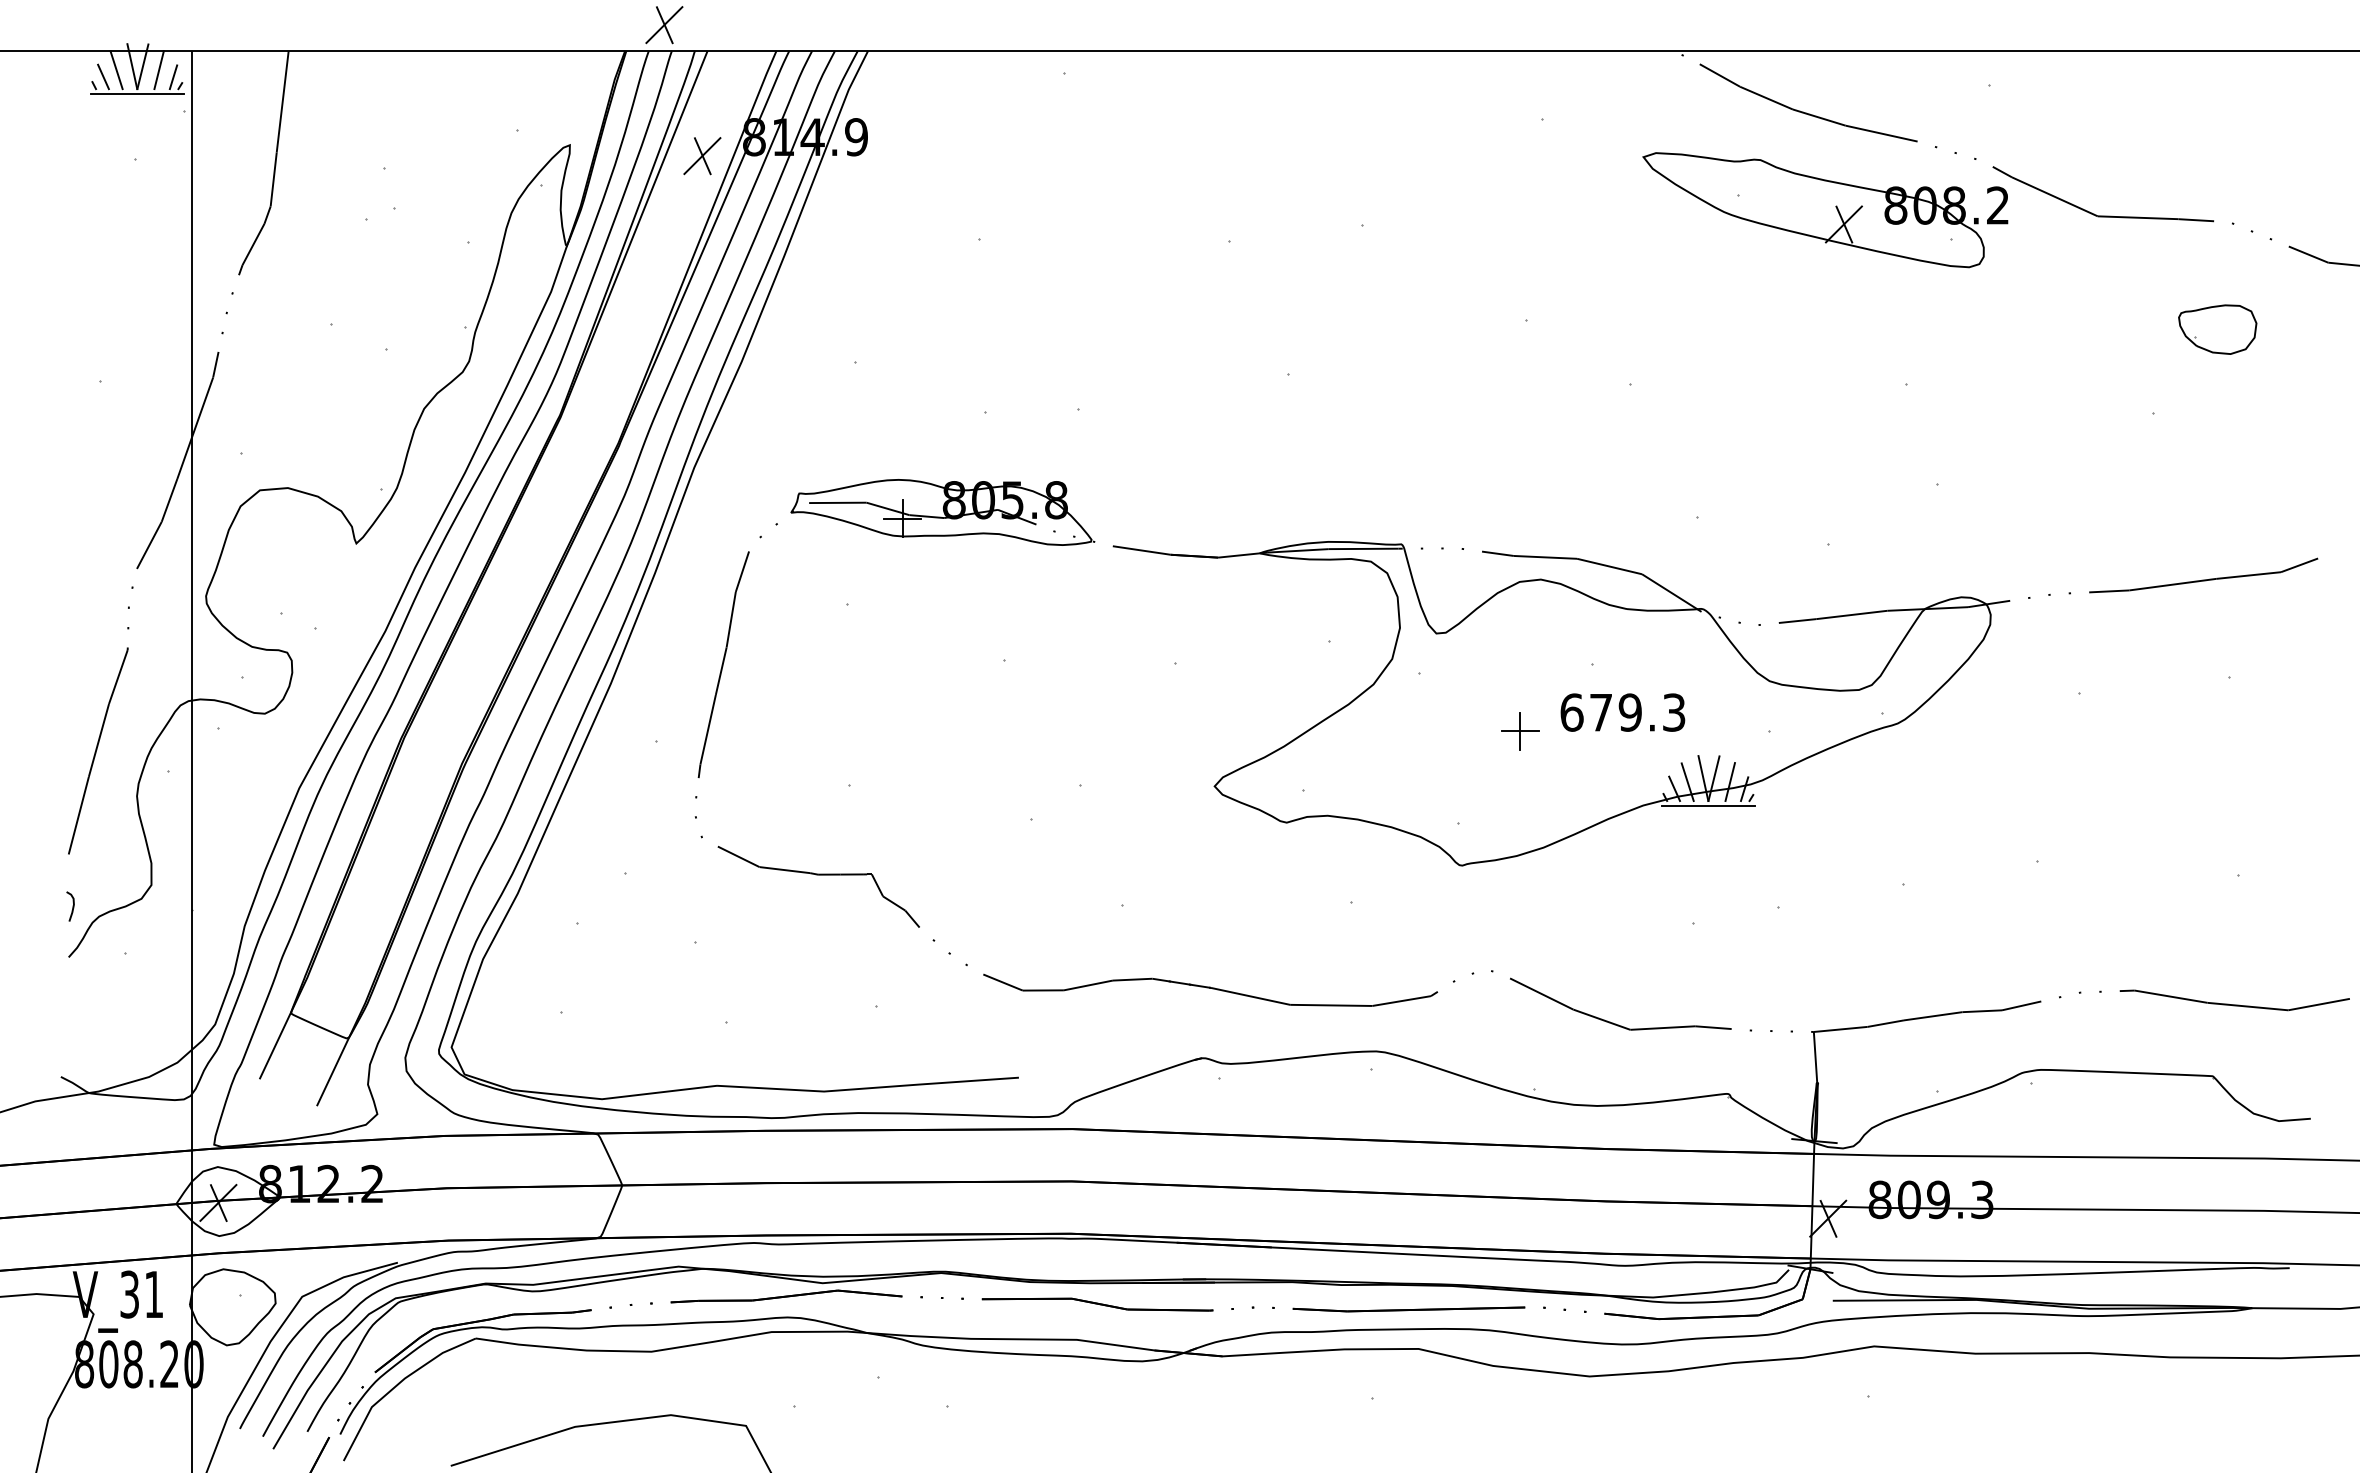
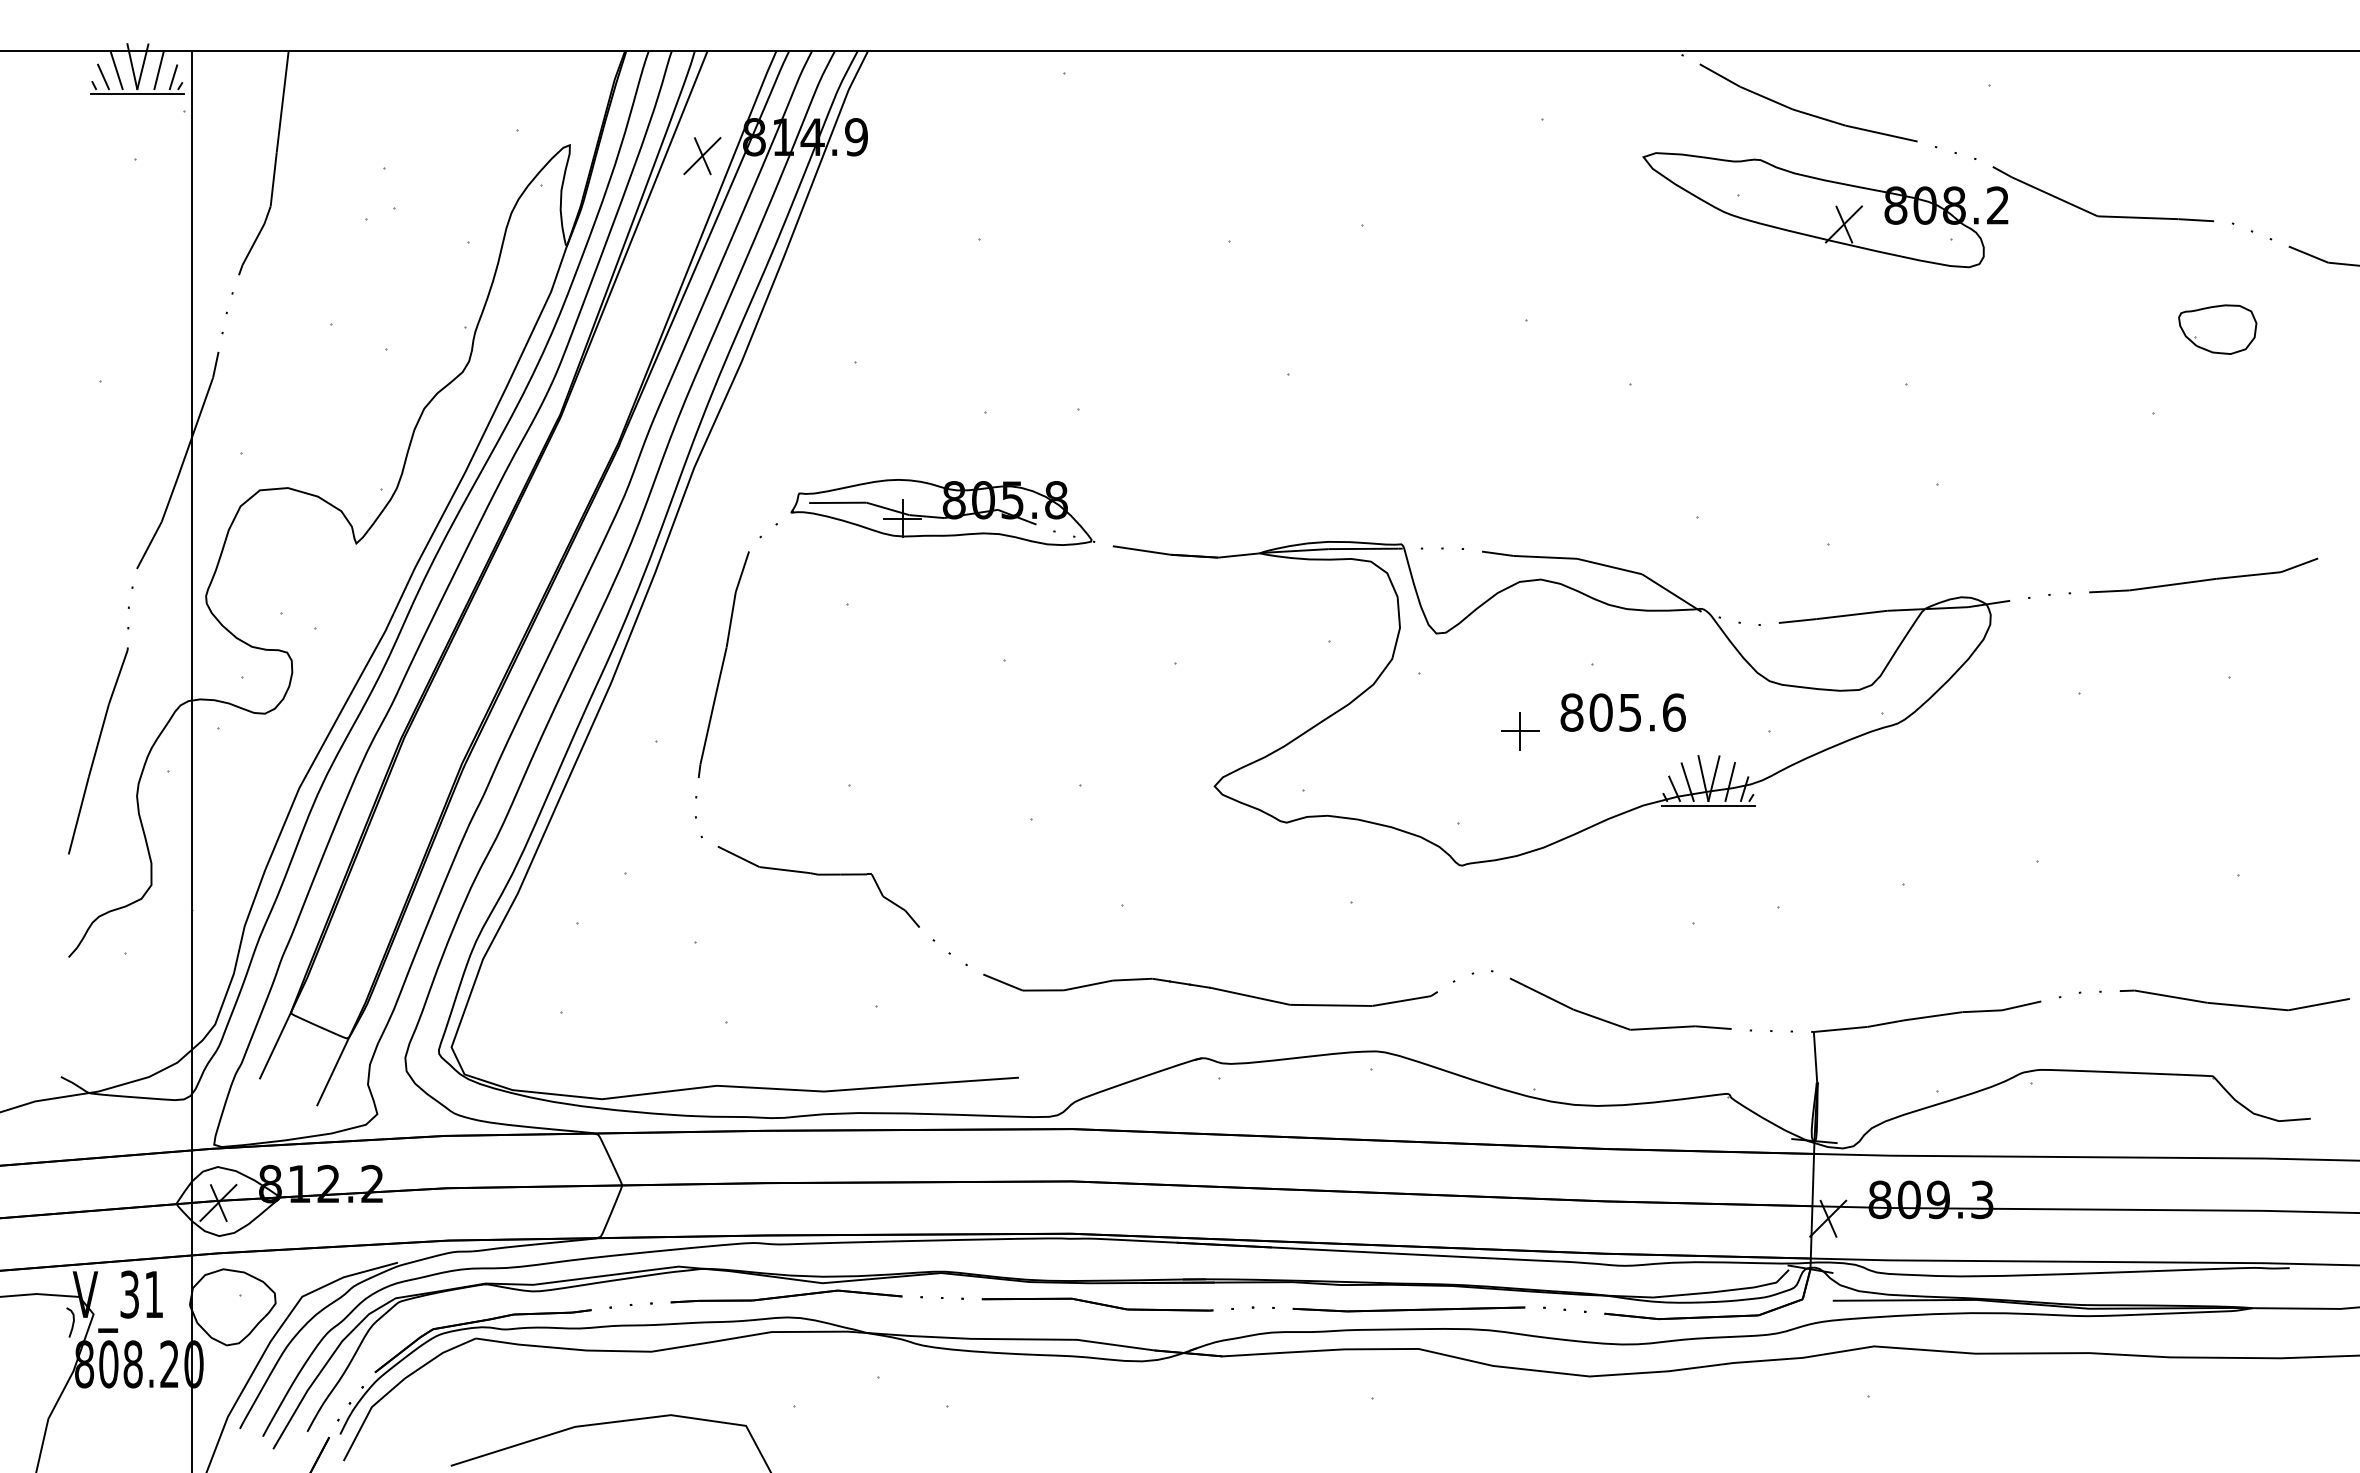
part at (664, 25): present -> none
text at (1622, 712): 679.3 -> 805.6
curve at (72, 906) position: (72, 906) -> (72, 1322)
